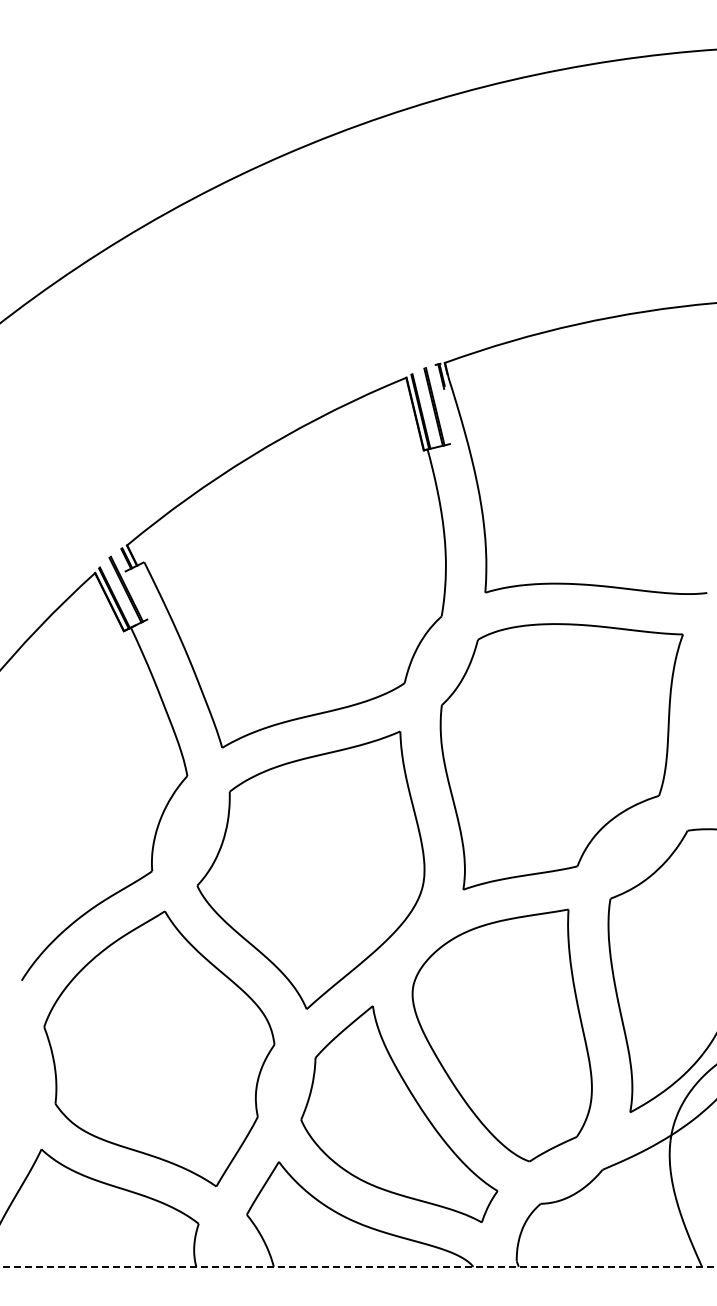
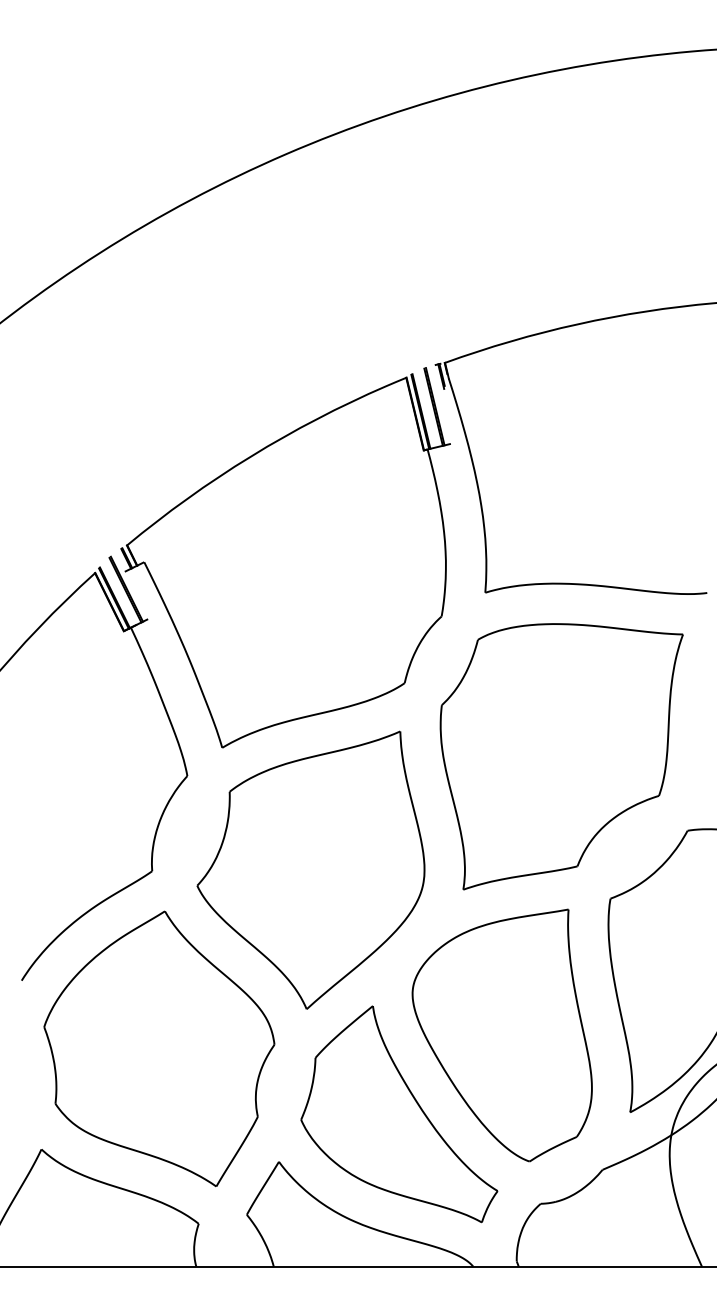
line at (357, 1266): dashed -> solid
